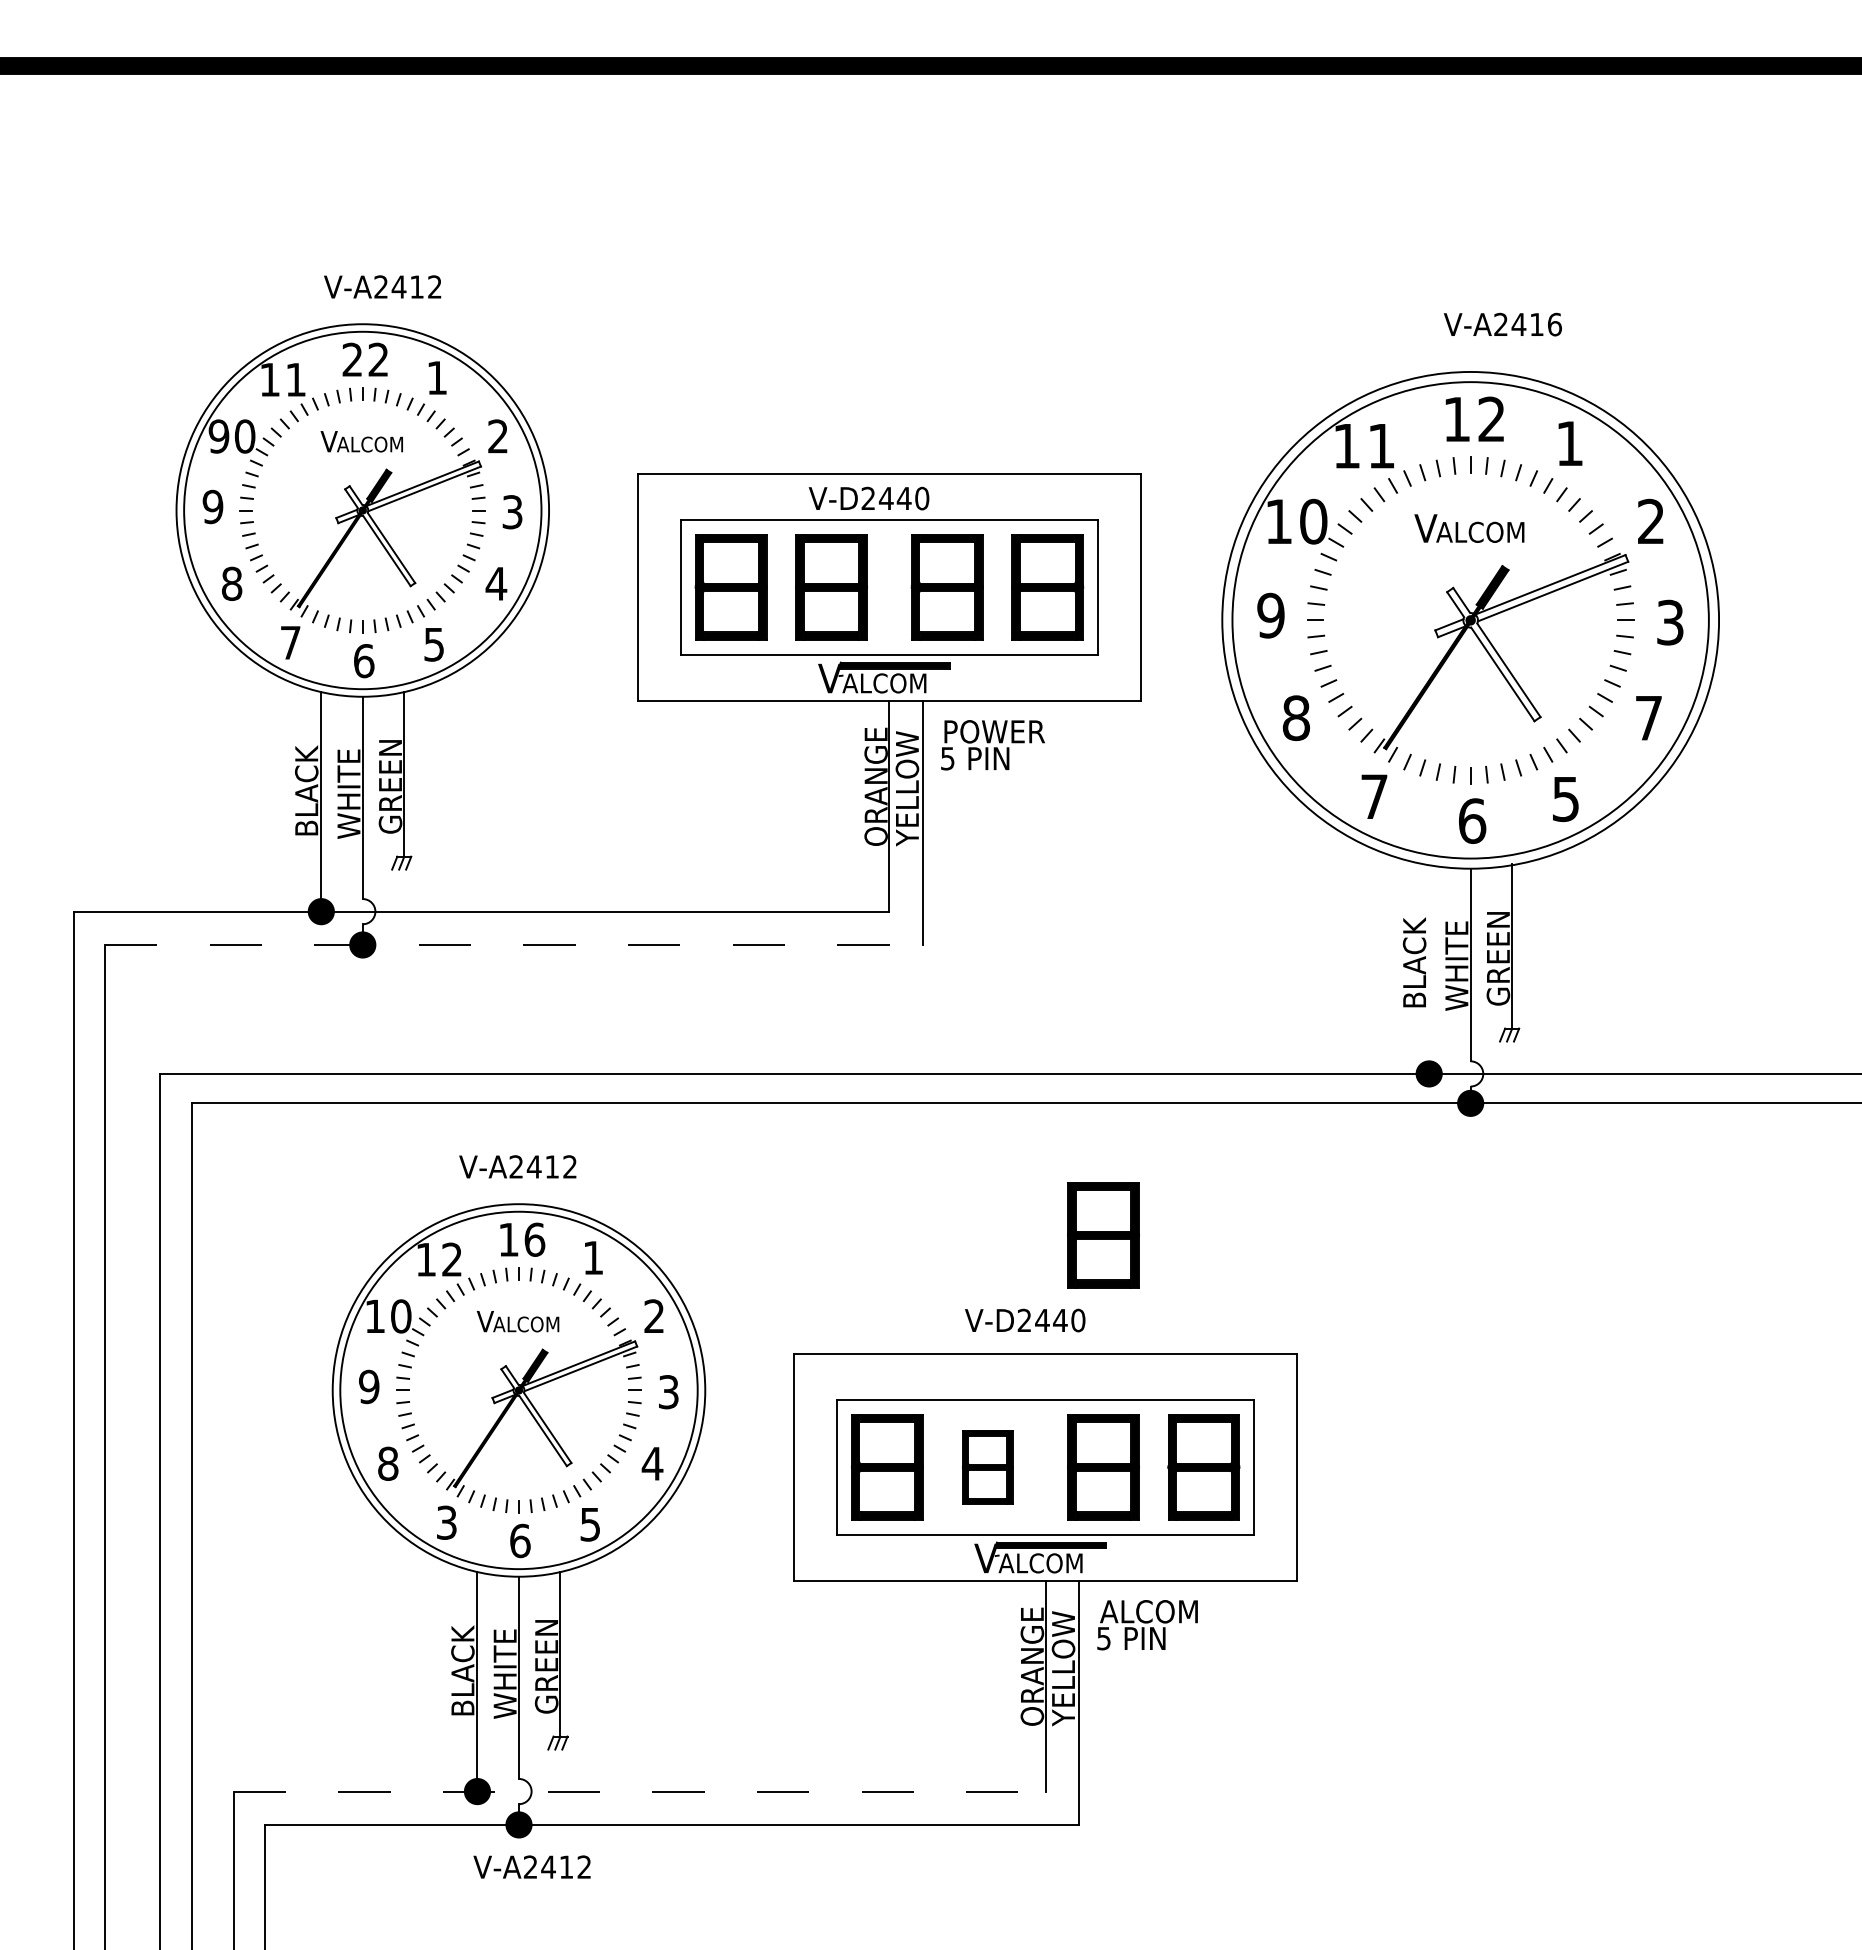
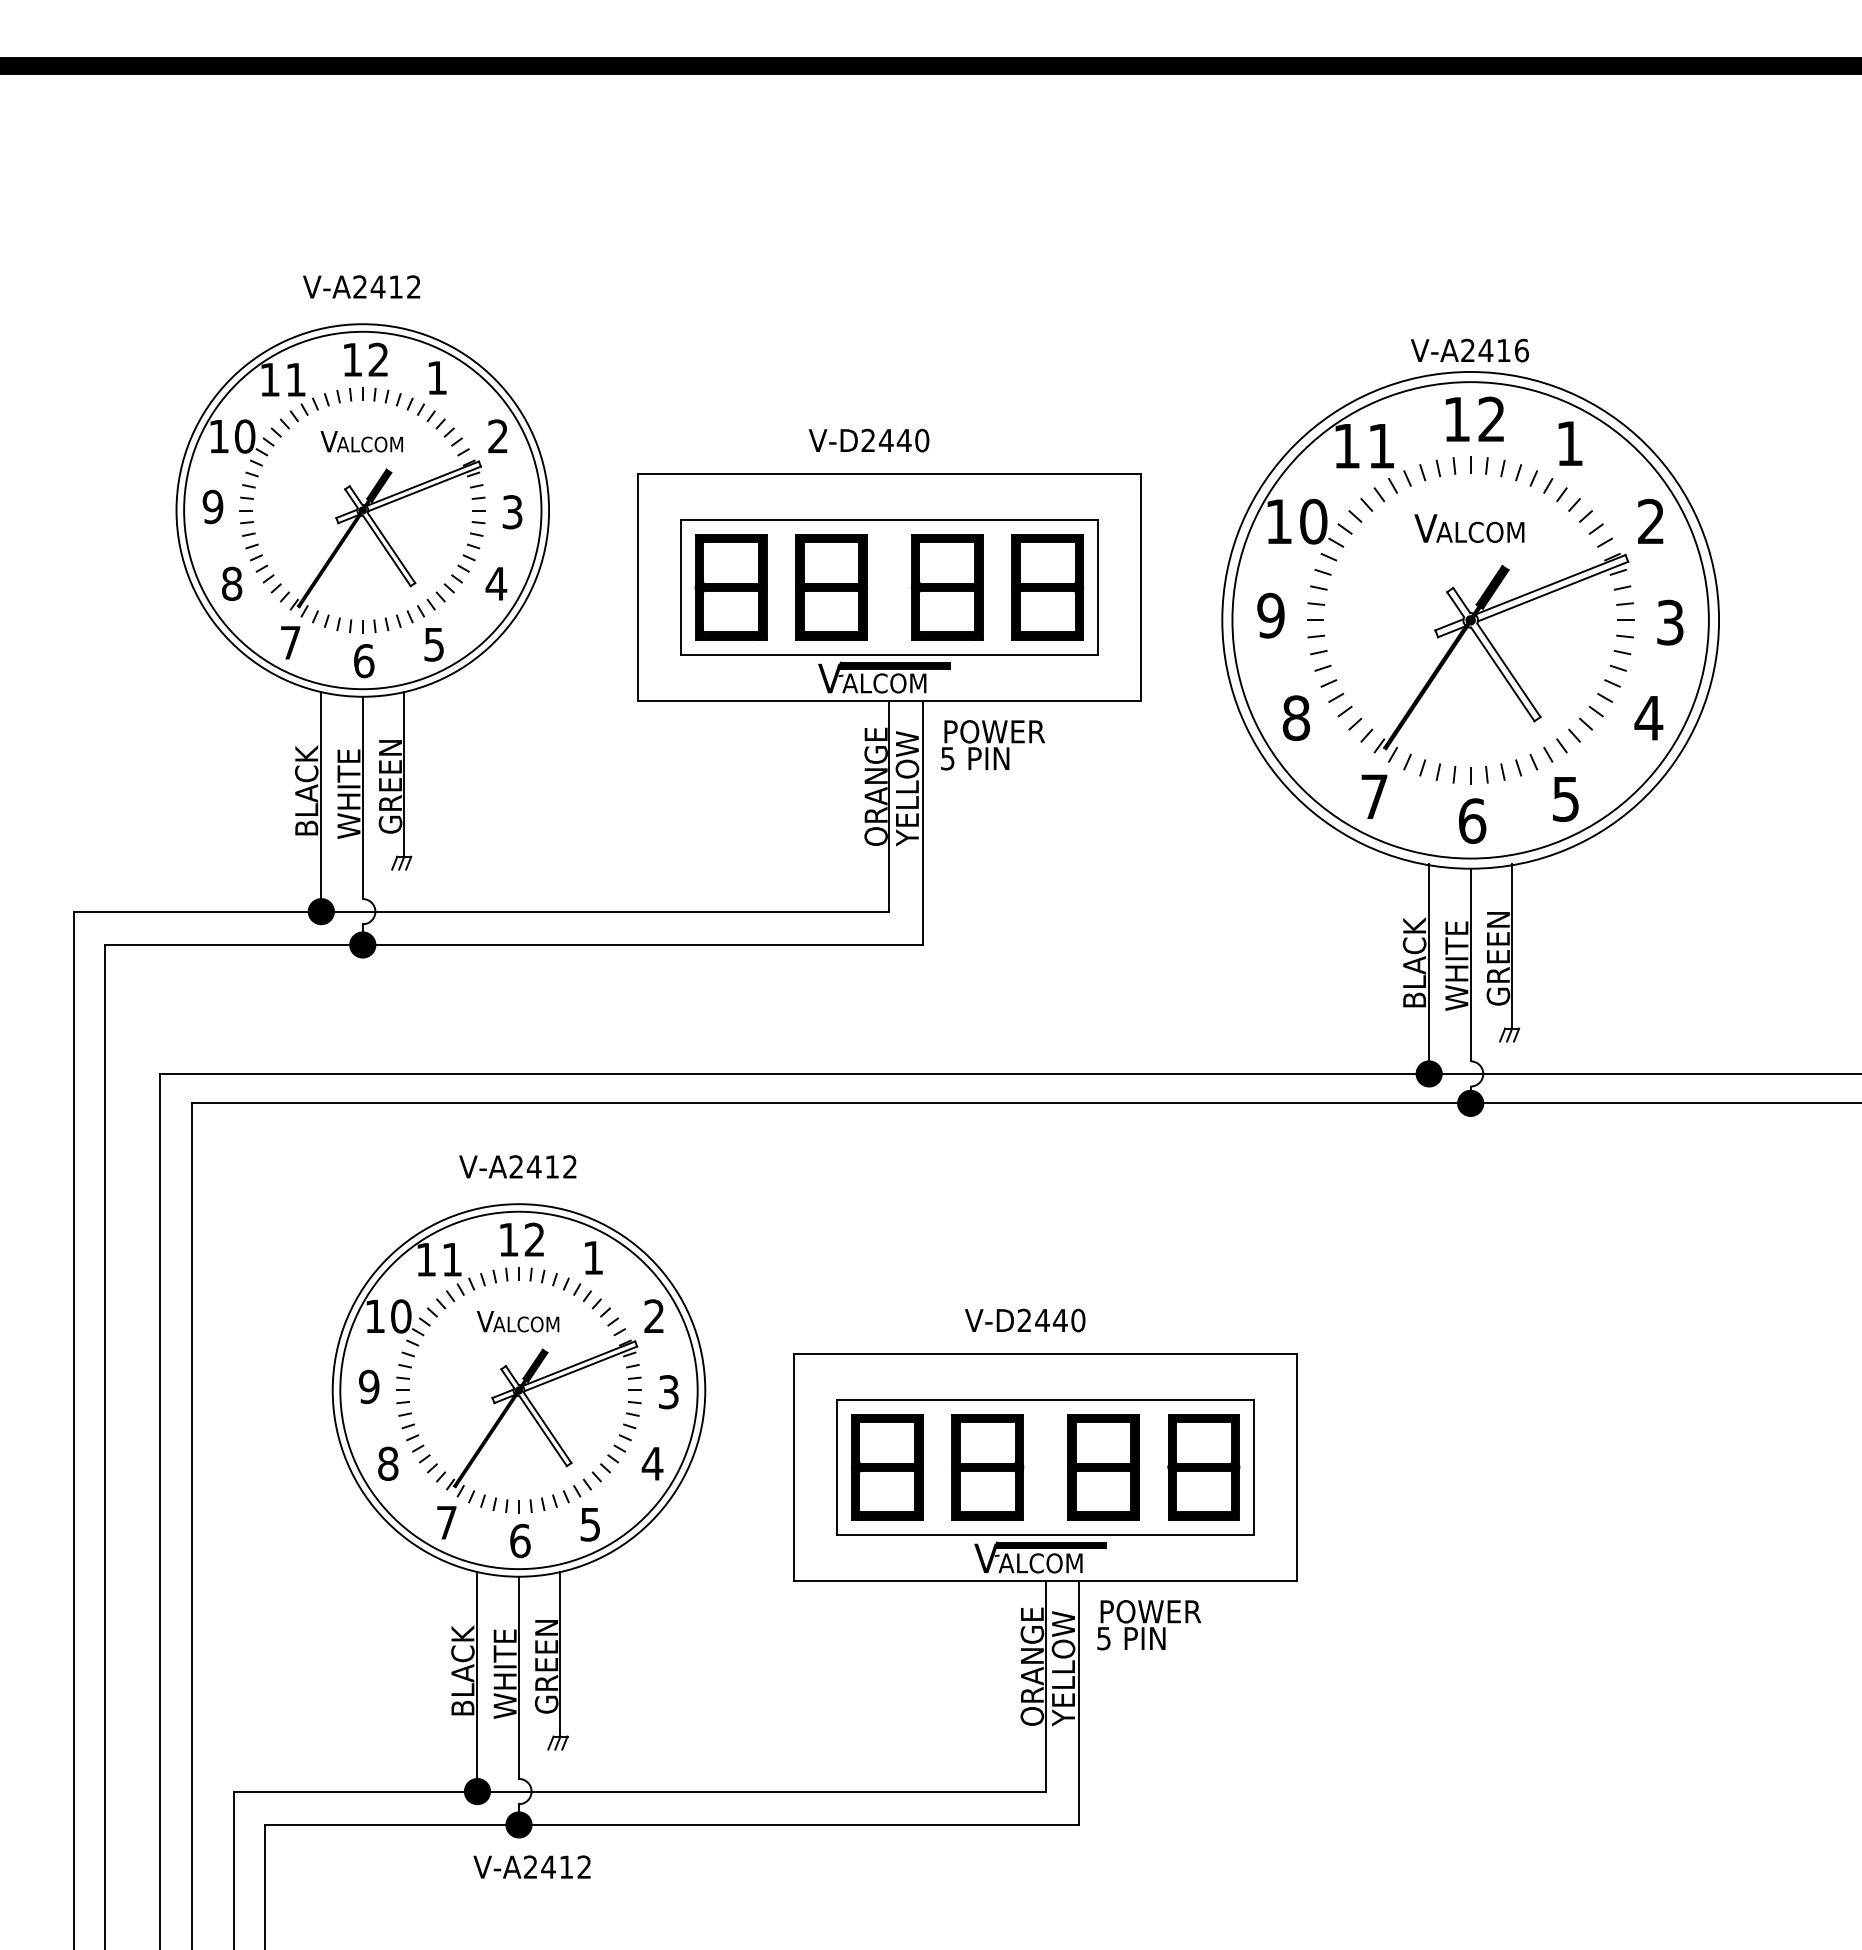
text at (382, 286) position: (382, 286) -> (361, 286)
text at (1502, 324) position: (1502, 324) -> (1469, 350)
text at (351, 359): 22 -> 12
text at (218, 436): 90 -> 10
text at (868, 498) position: (868, 498) -> (868, 440)
text at (1648, 718): 7 -> 4
line at (513, 944): dashed -> solid
line at (1429, 967): none -> present
part at (1103, 1235): present -> none
text at (534, 1239): 16 -> 12
text at (451, 1259): 12 -> 11
part at (987, 1467) size: 52x75 px -> 74x107 px
text at (446, 1522): 3 -> 7
text at (1150, 1611): ALCOM -> POWER
line at (639, 1791): dashed -> solid
